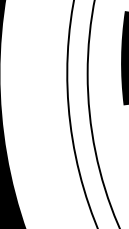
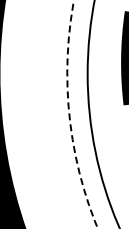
arc at (69, 114): solid -> dashed
